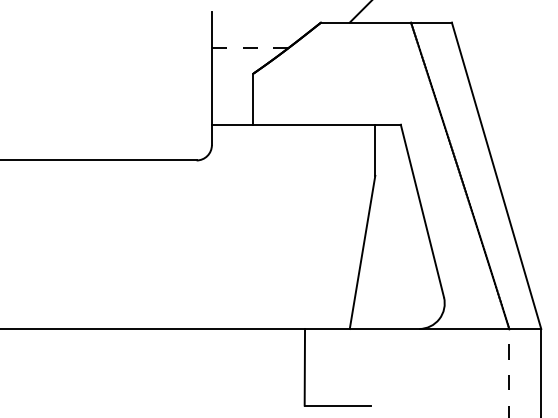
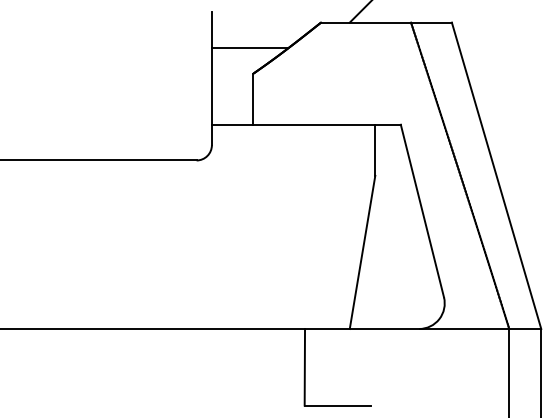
line at (250, 48): dashed -> solid
line at (509, 372): dashed -> solid
